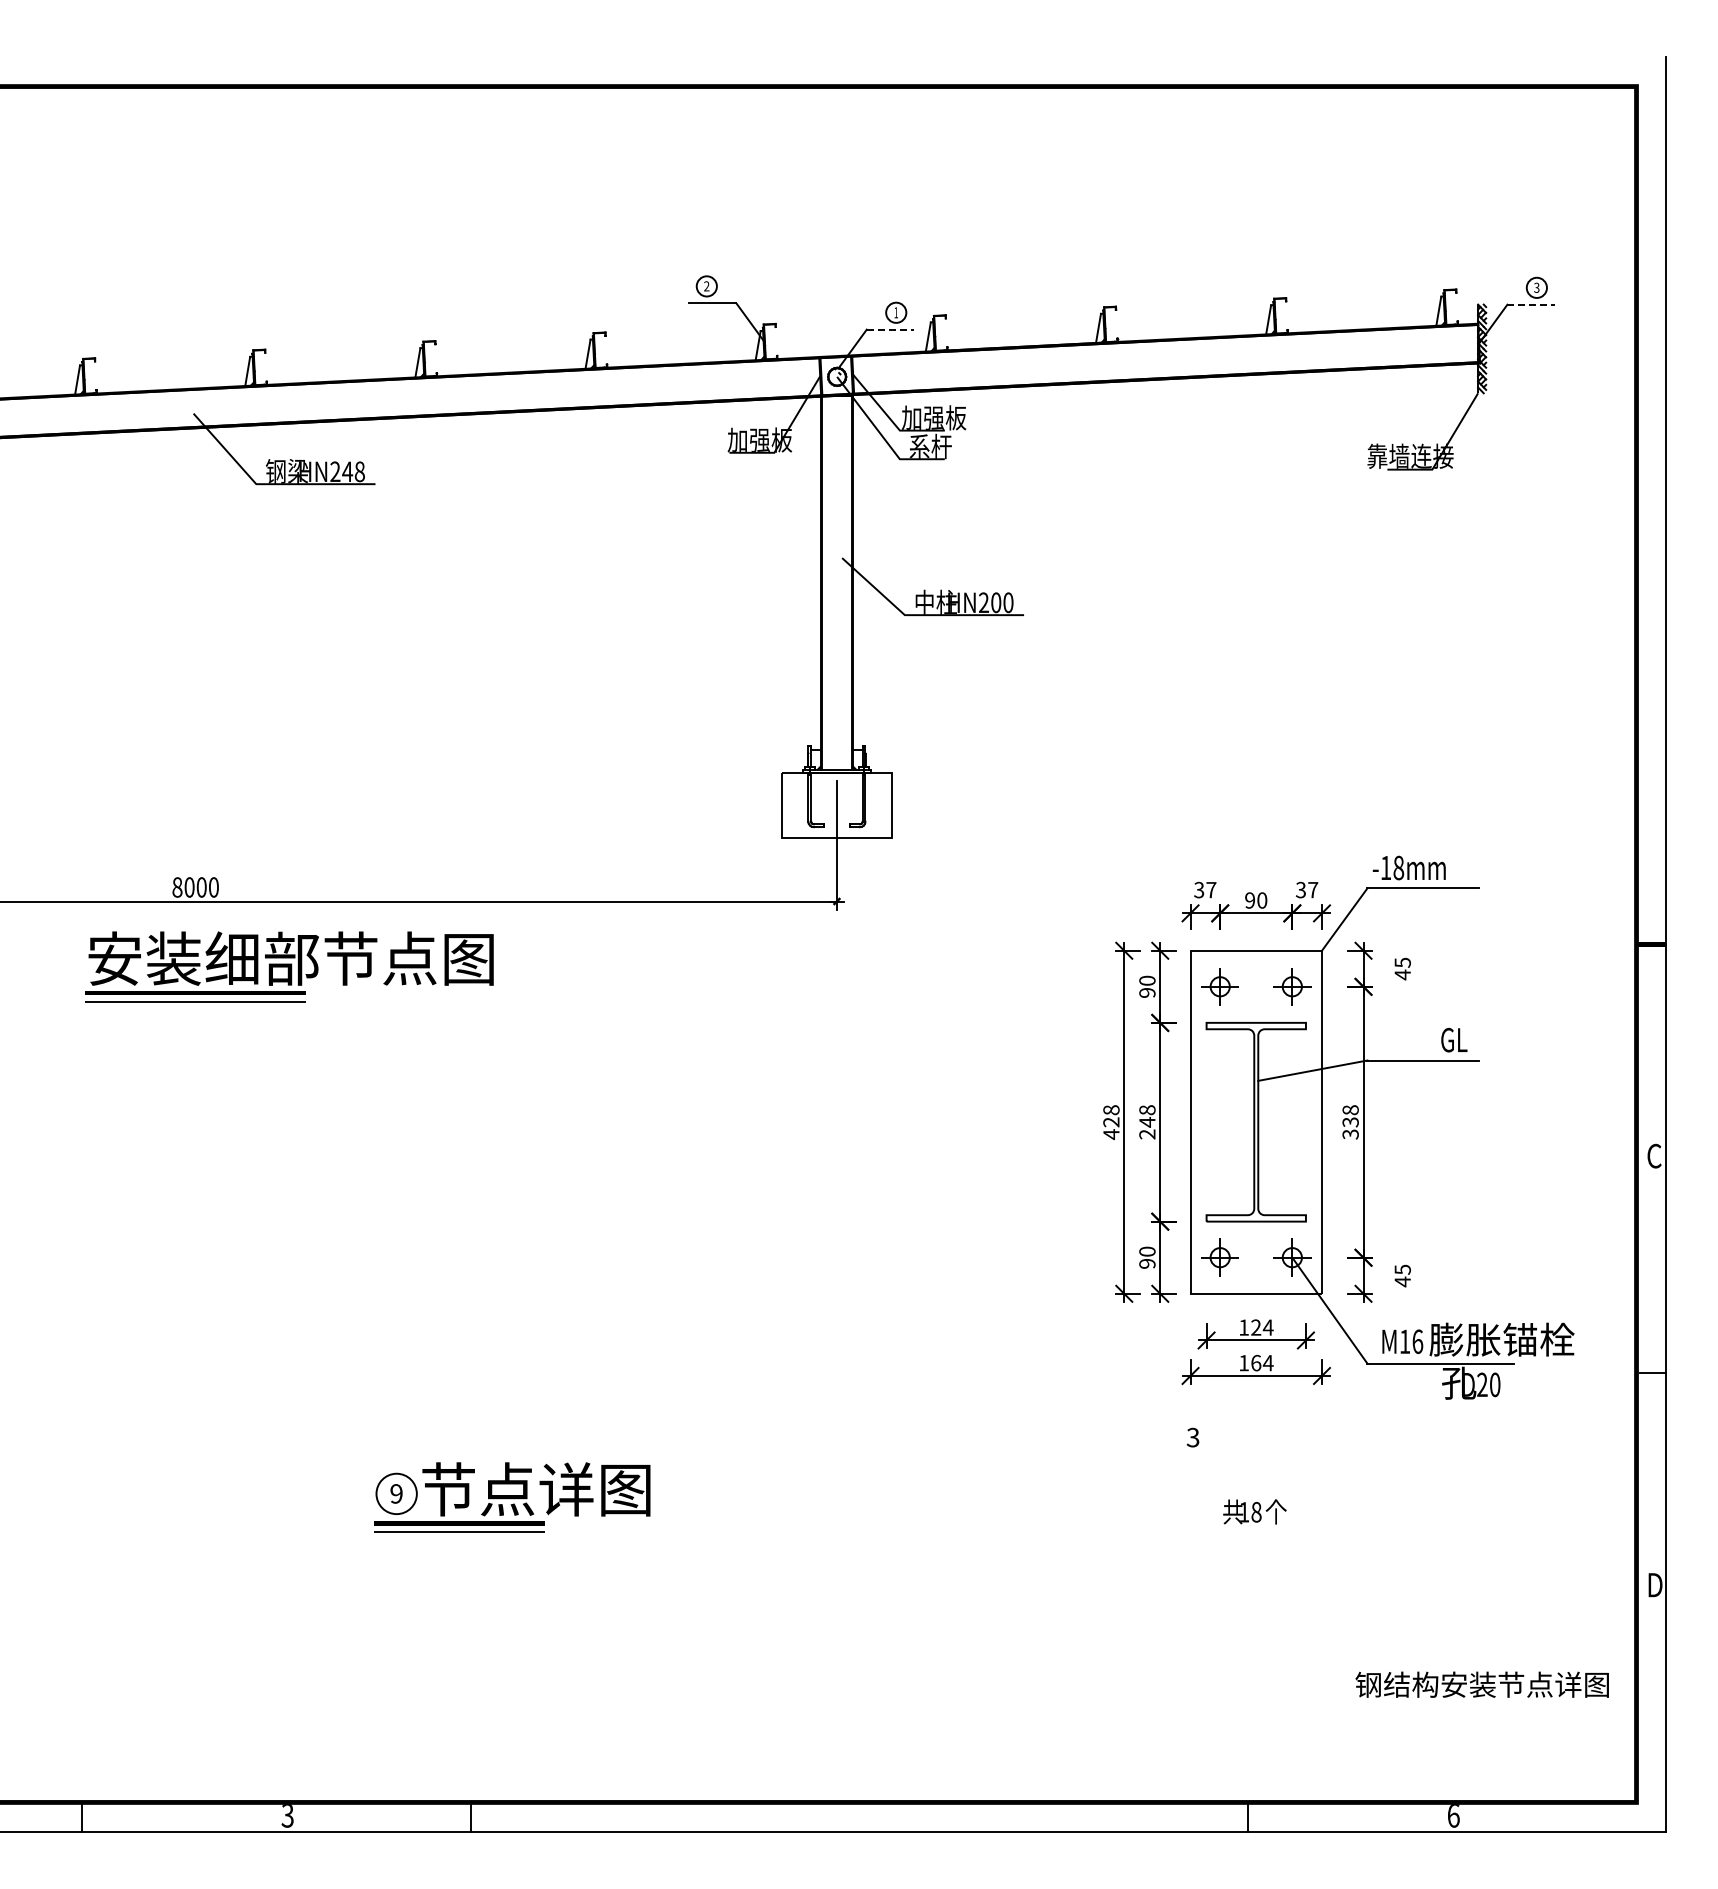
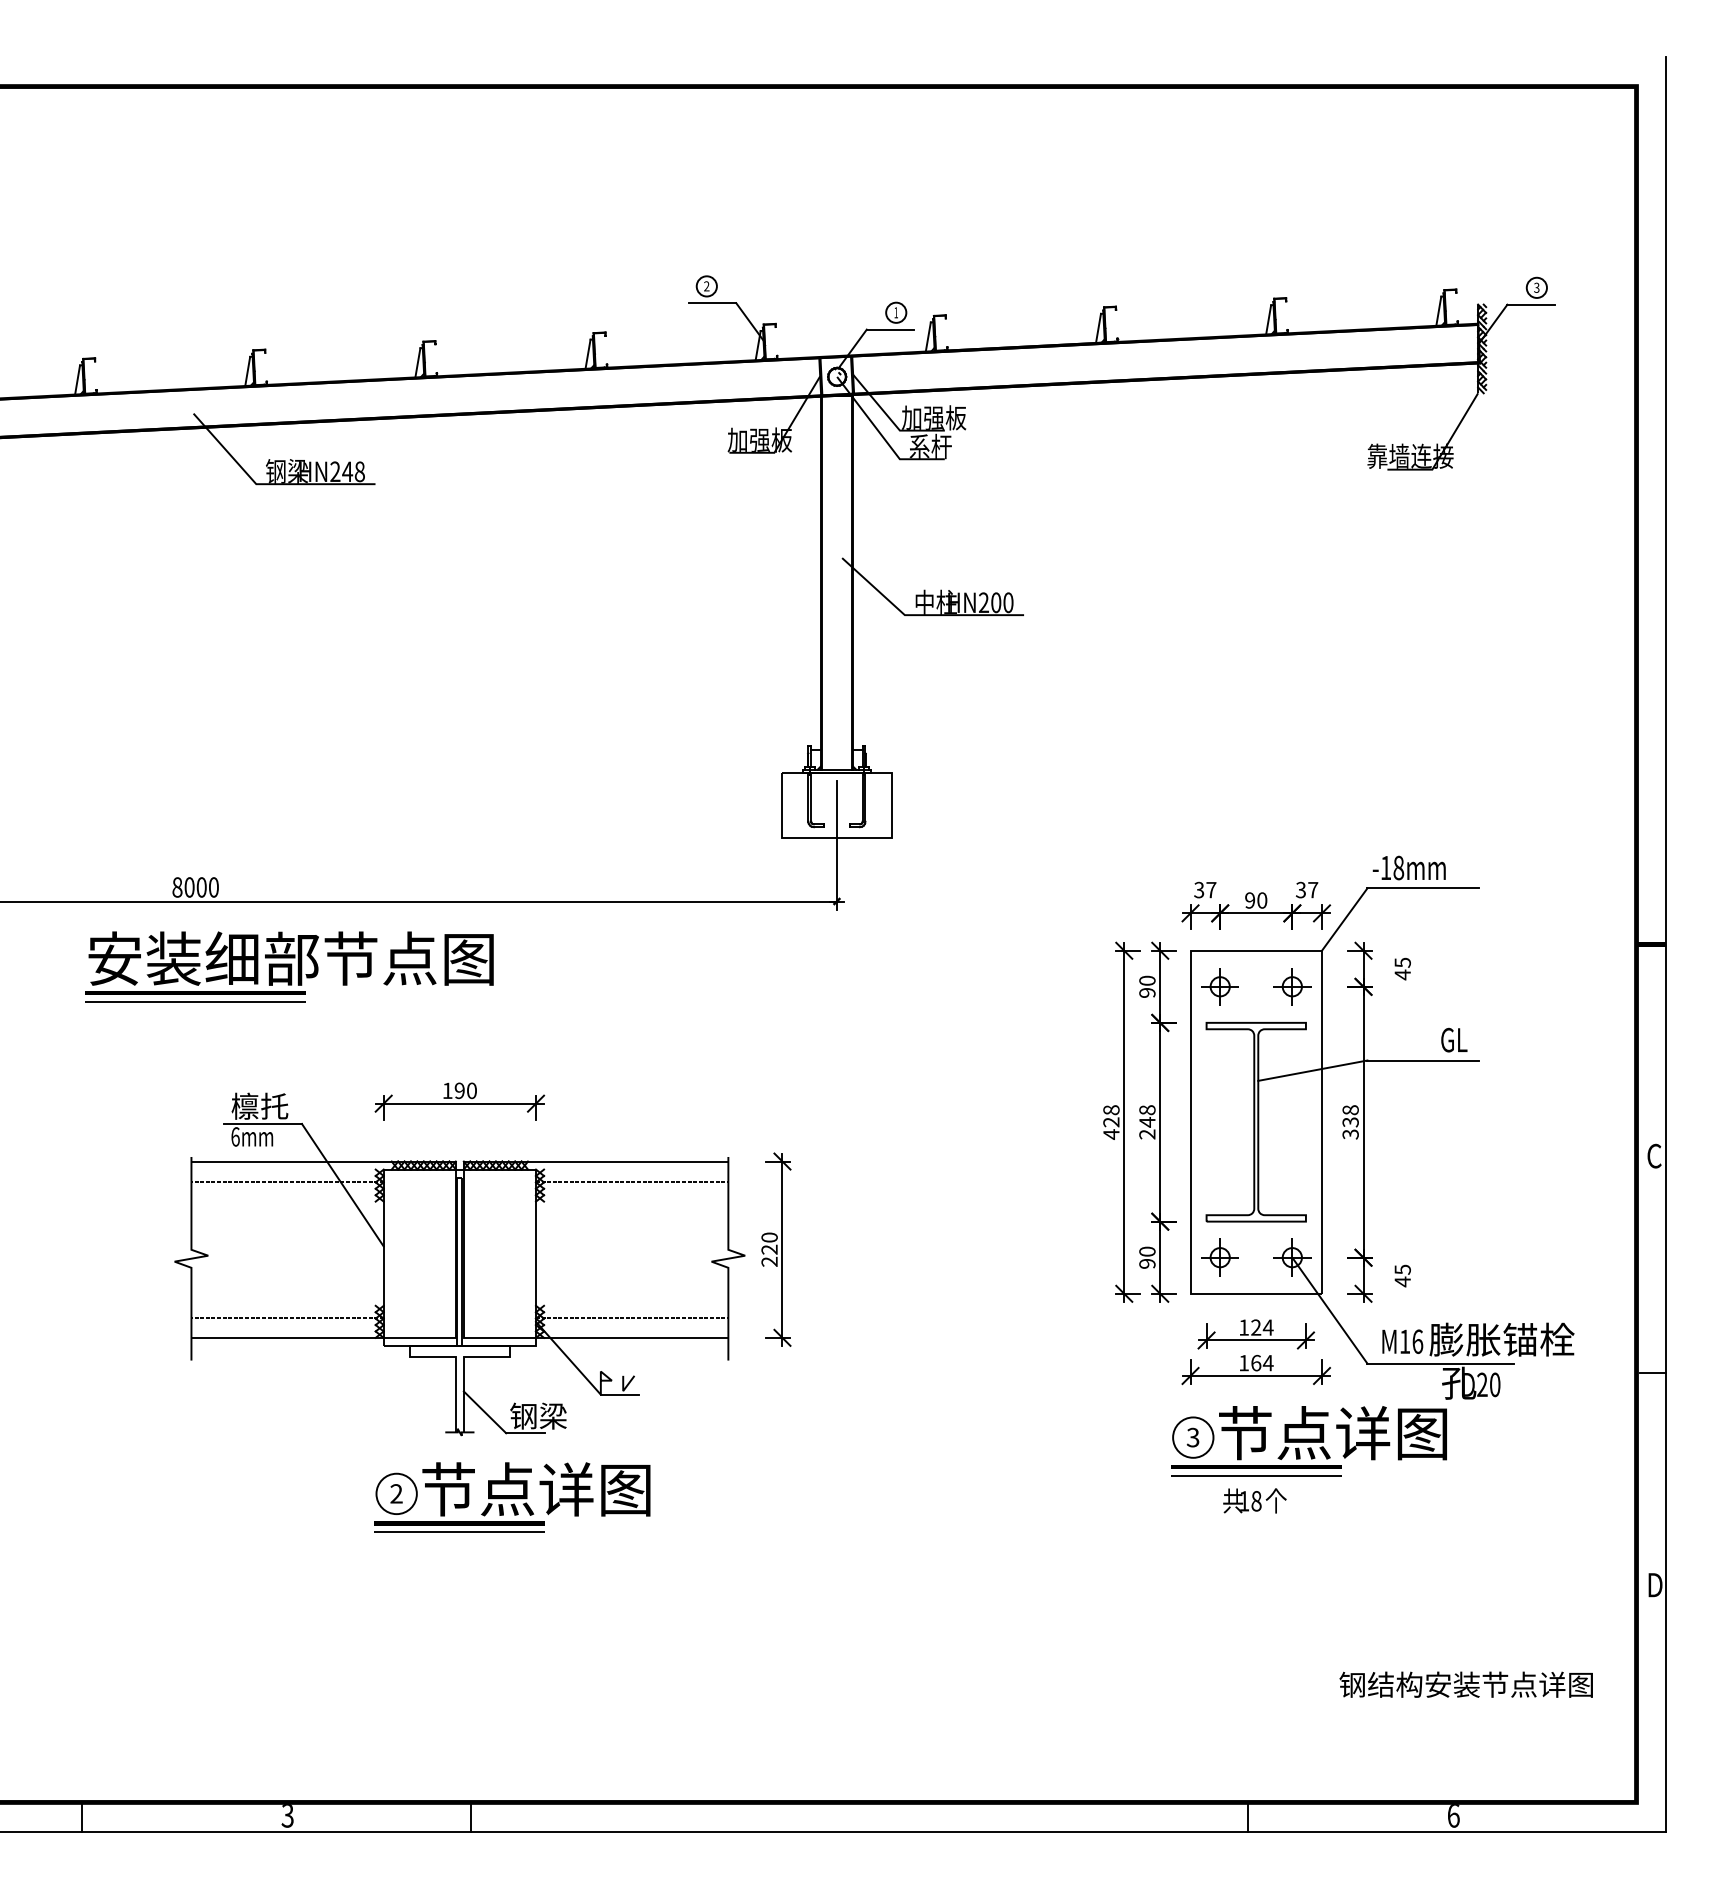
line at (1531, 304): dashed -> solid
line at (890, 329): dashed -> solid
part at (482, 1259): none -> present
part at (1308, 1441): none -> present
text at (396, 1493): 9 -> 2
text at (1254, 1511) position: (1254, 1511) -> (1254, 1500)
text at (1481, 1684) position: (1481, 1684) -> (1465, 1684)
